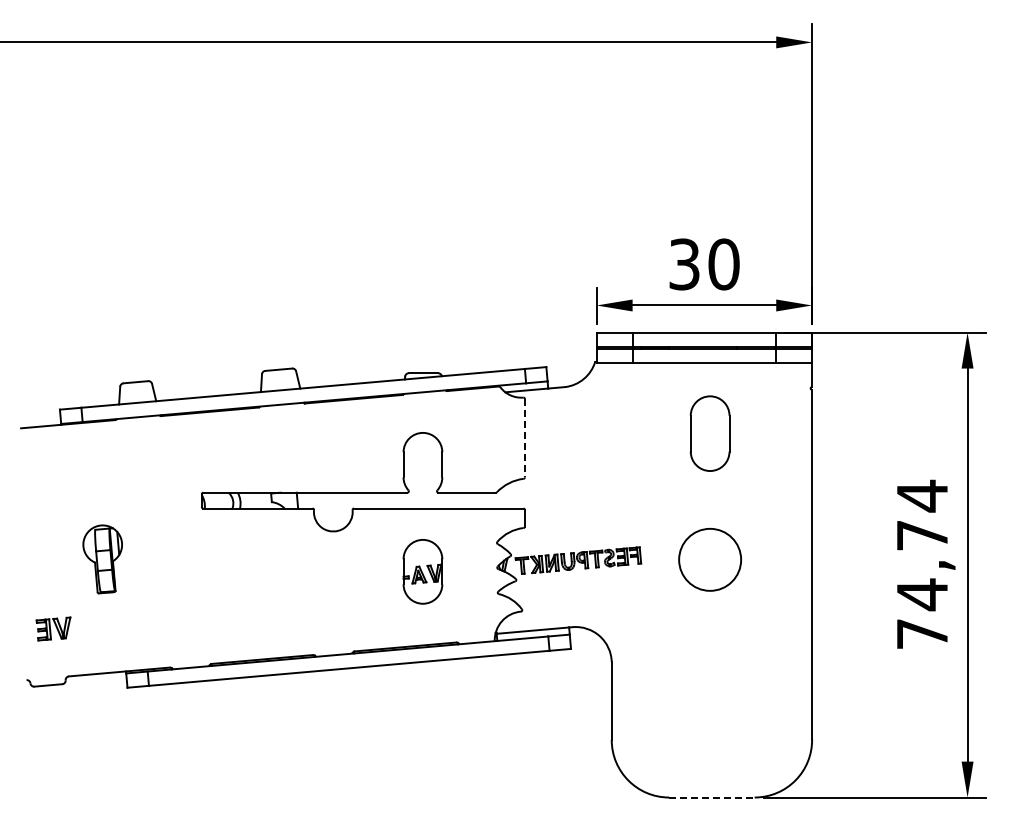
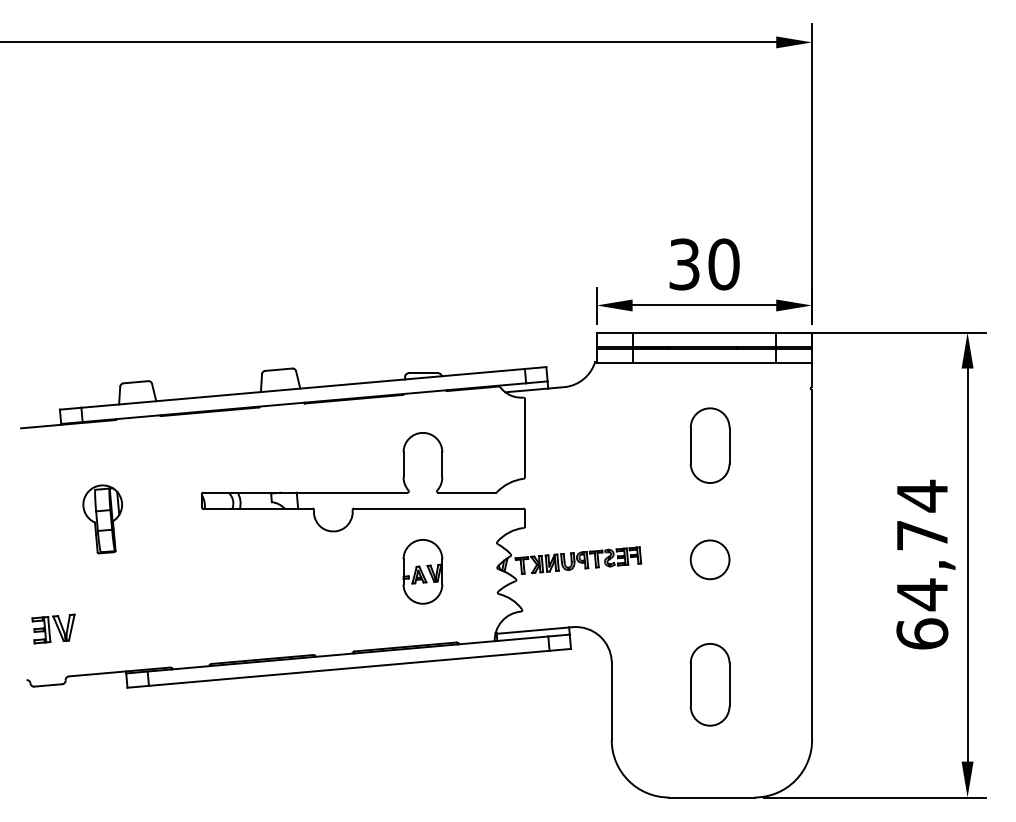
part at (709, 433) position: (709, 433) -> (709, 445)
line at (524, 438): dashed -> solid
part at (102, 559) position: (102, 559) -> (102, 519)
circle at (710, 559) diameter: 62 px -> 39 px
part at (53, 628) size: 37x26 px -> 45x32 px
text at (922, 633): 74,74 -> 64,74
part at (709, 684): none -> present
line at (711, 797): dashed -> solid
